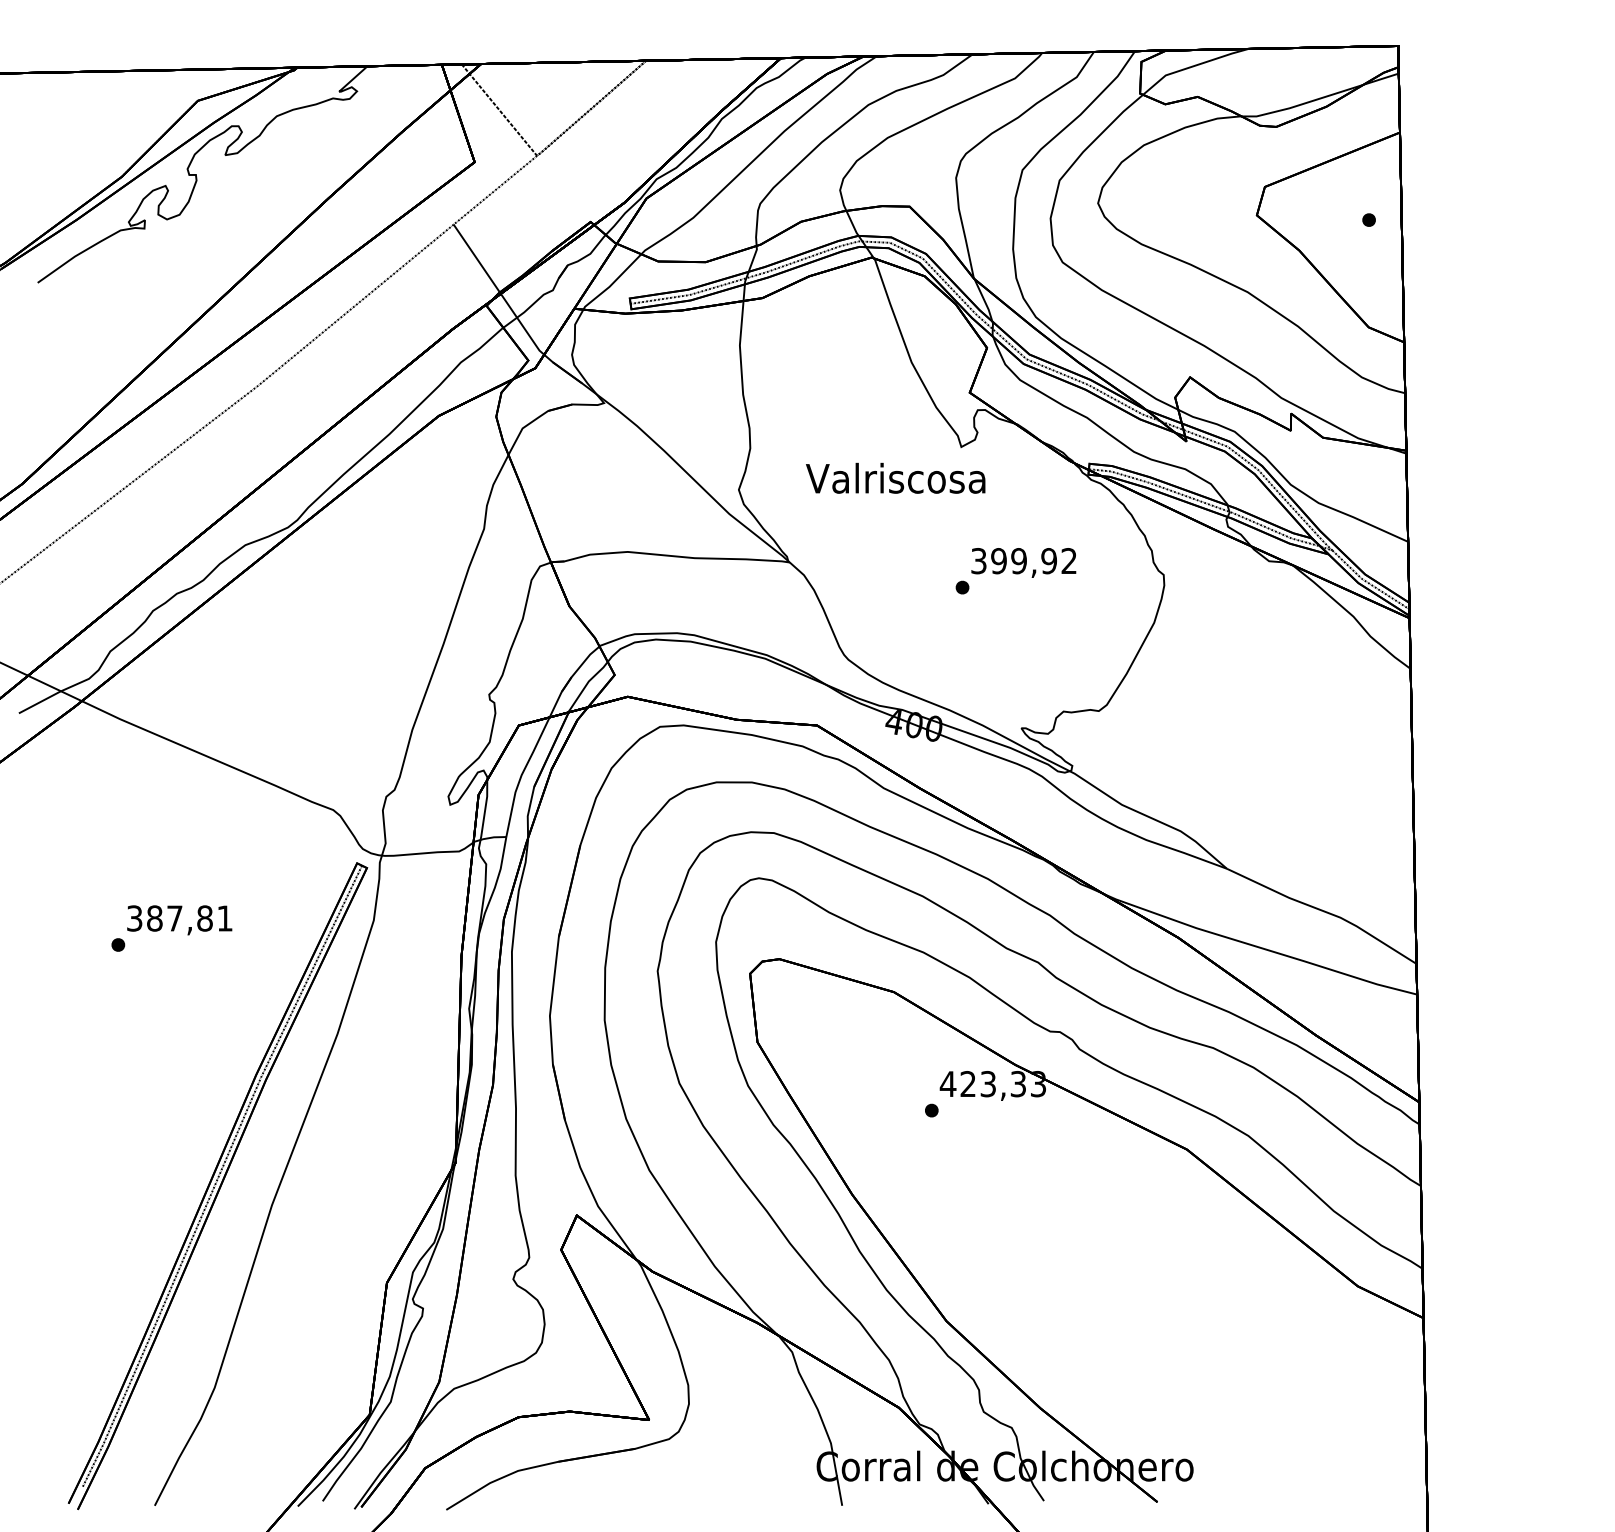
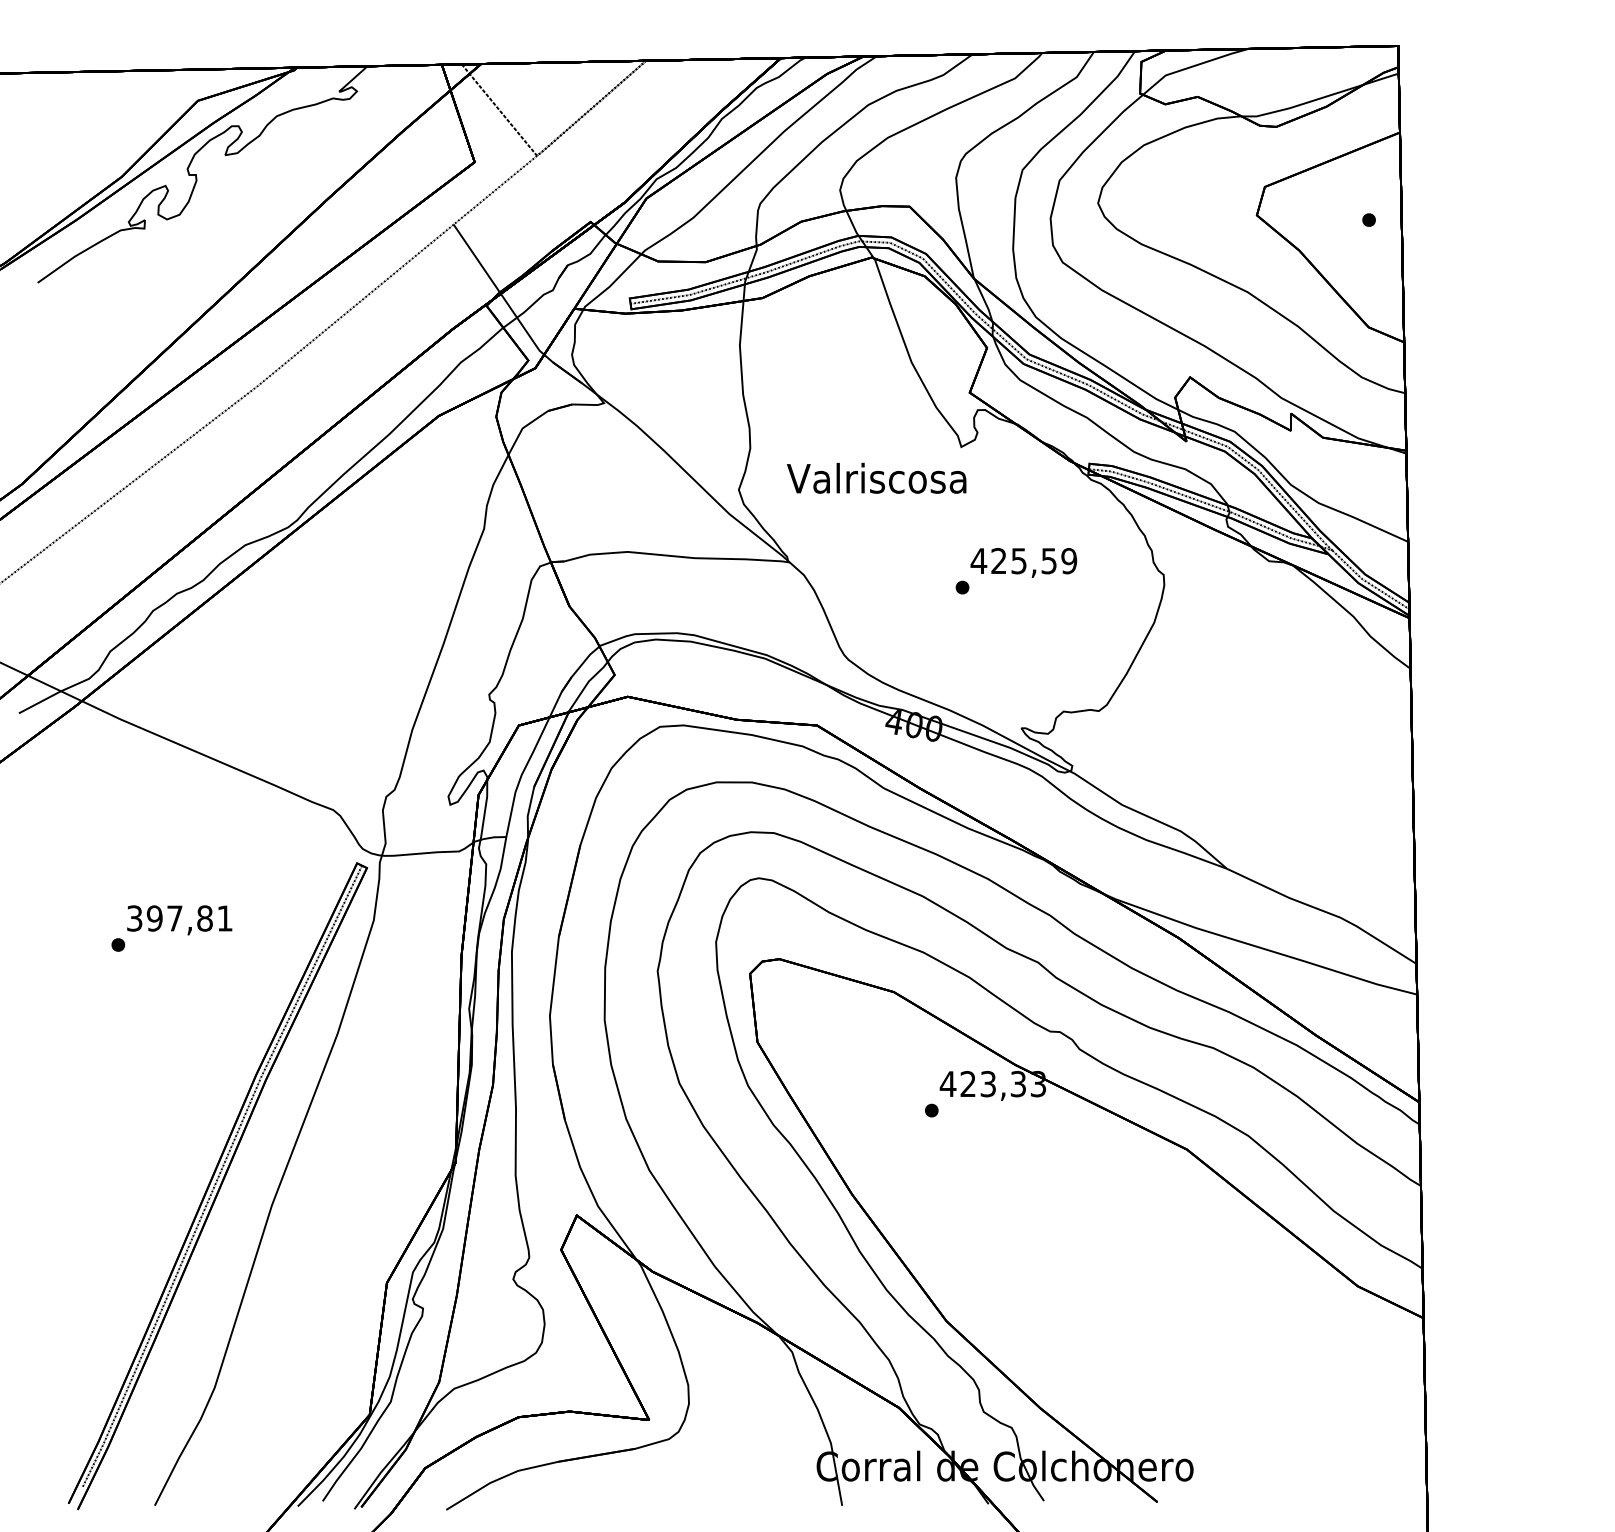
text at (895, 477) position: (895, 477) -> (876, 477)
text at (1023, 561): 399,92 -> 425,59
text at (154, 918): 387,81 -> 397,81
